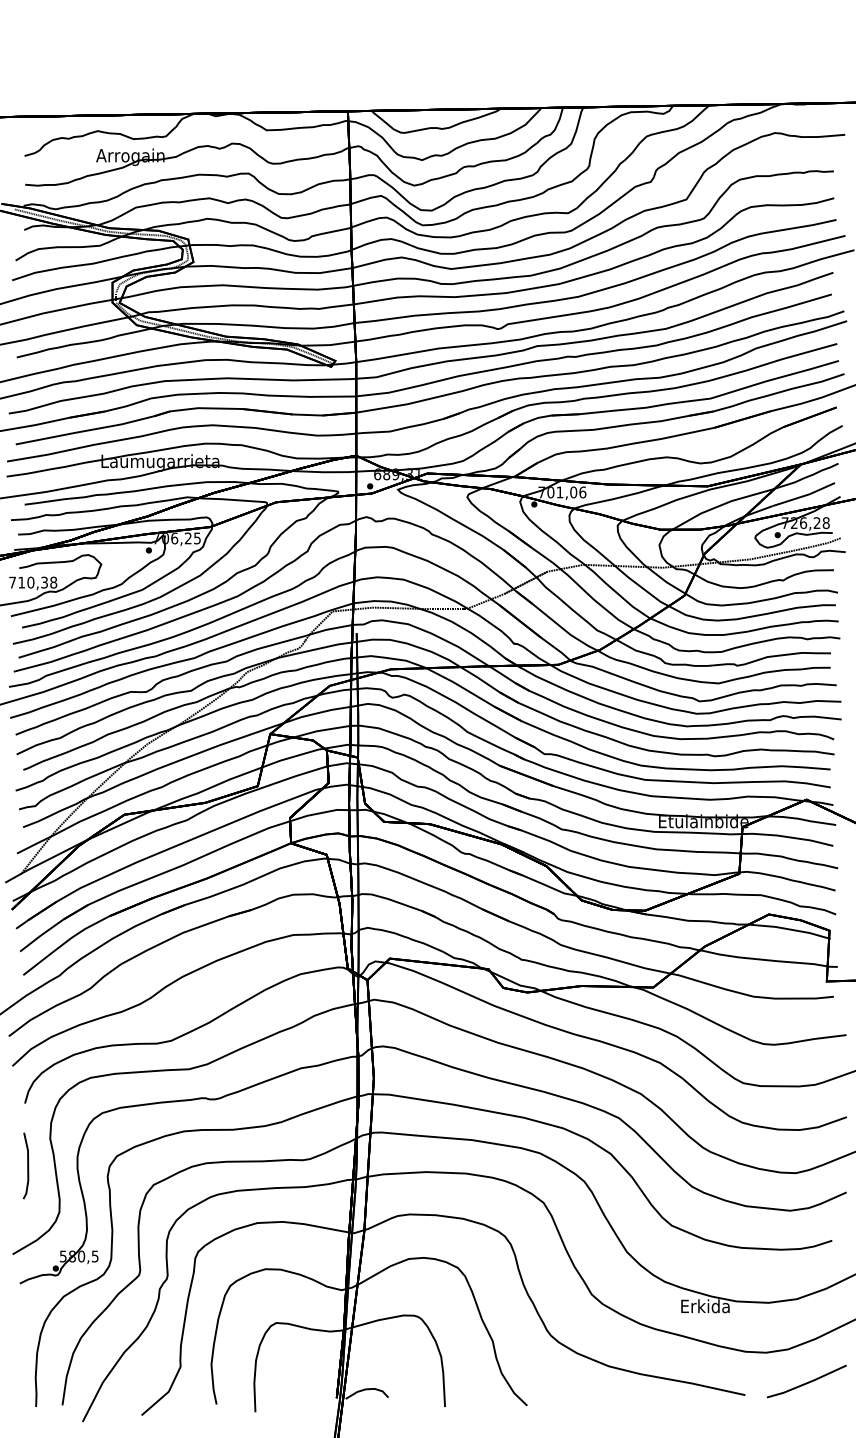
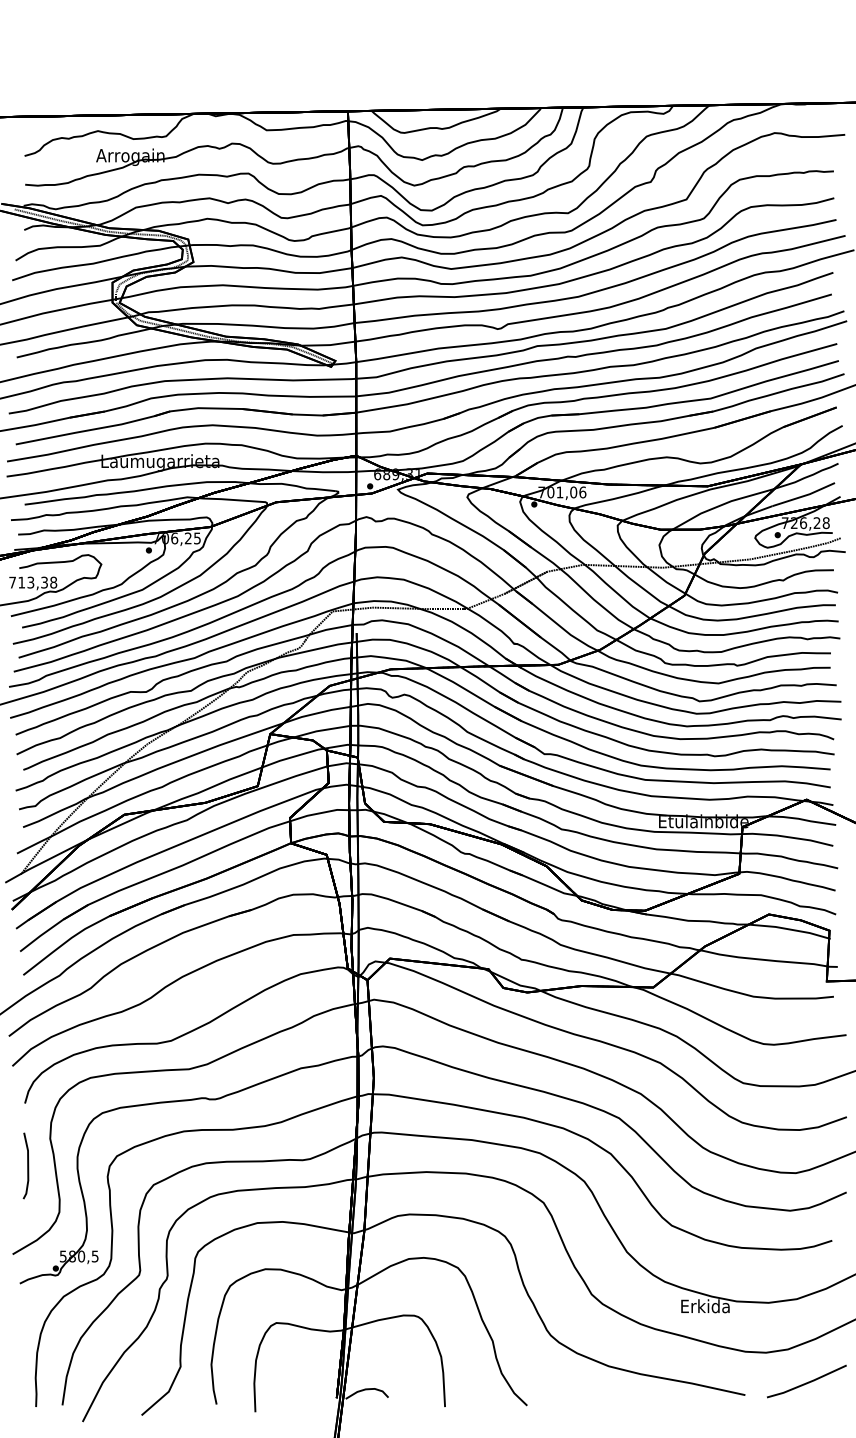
text at (30, 582): 710,38 -> 713,38
